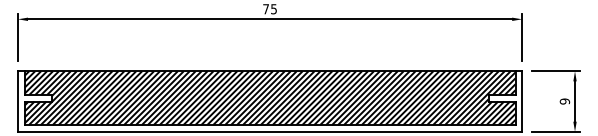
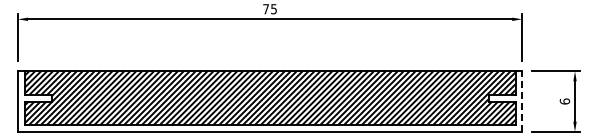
line at (522, 101): solid -> dashed
text at (564, 101): 9 -> 6
